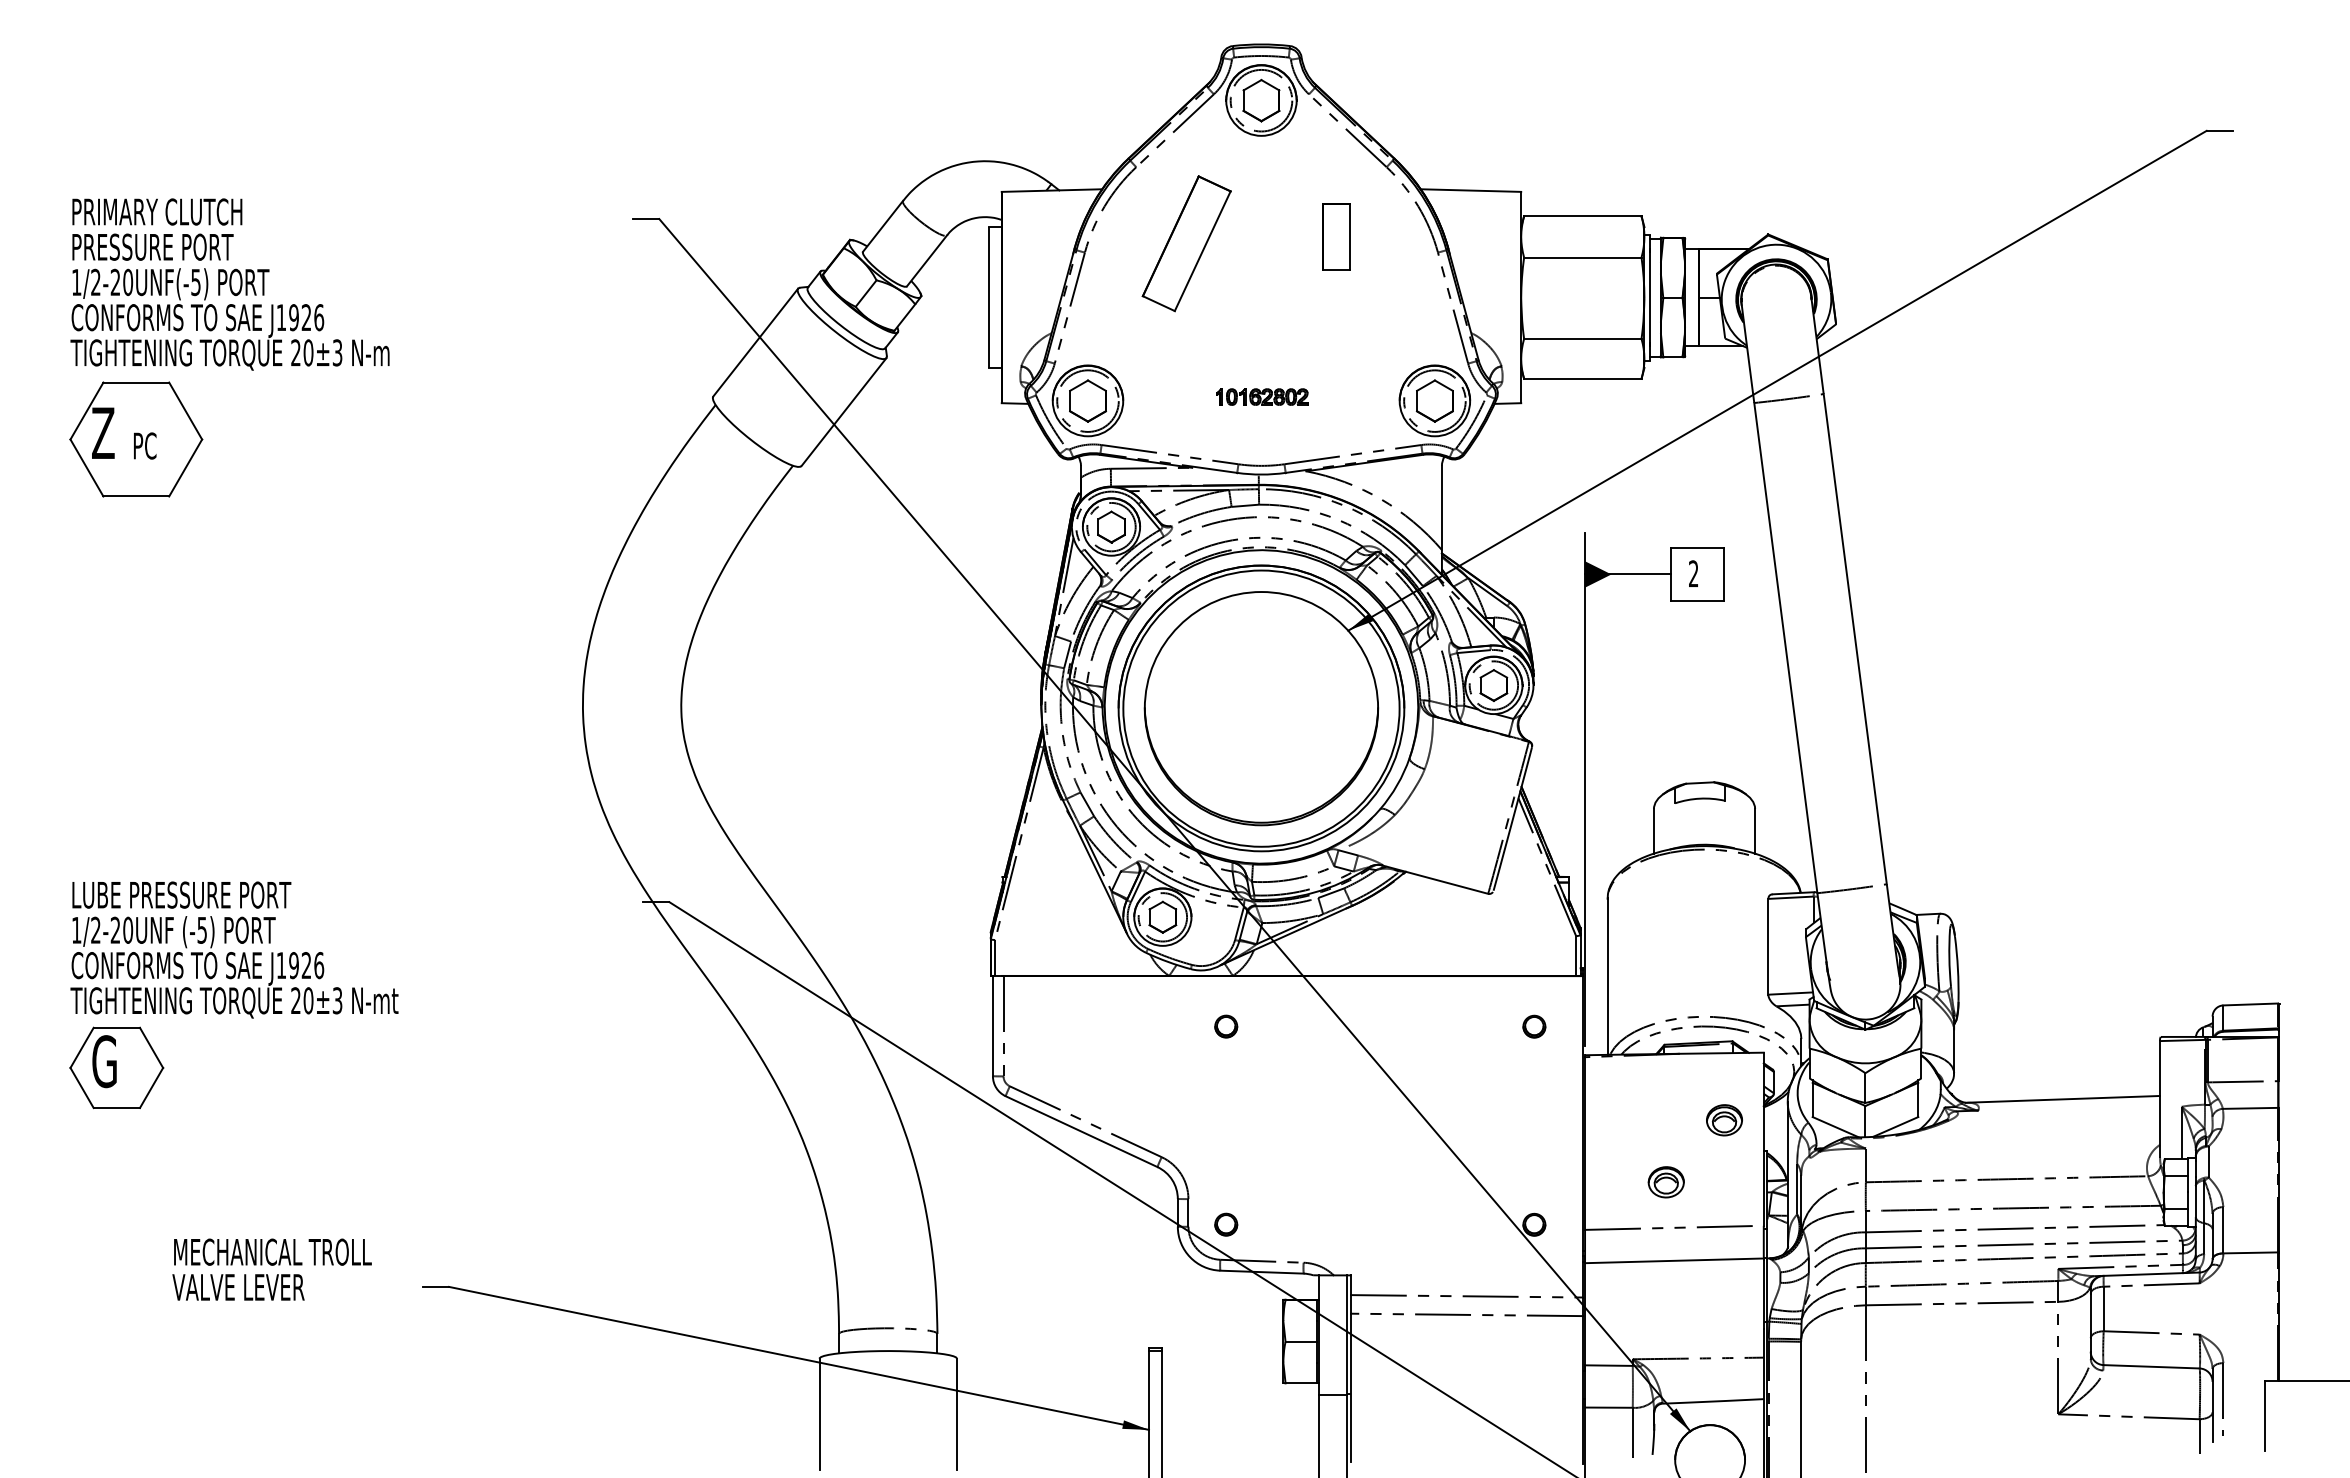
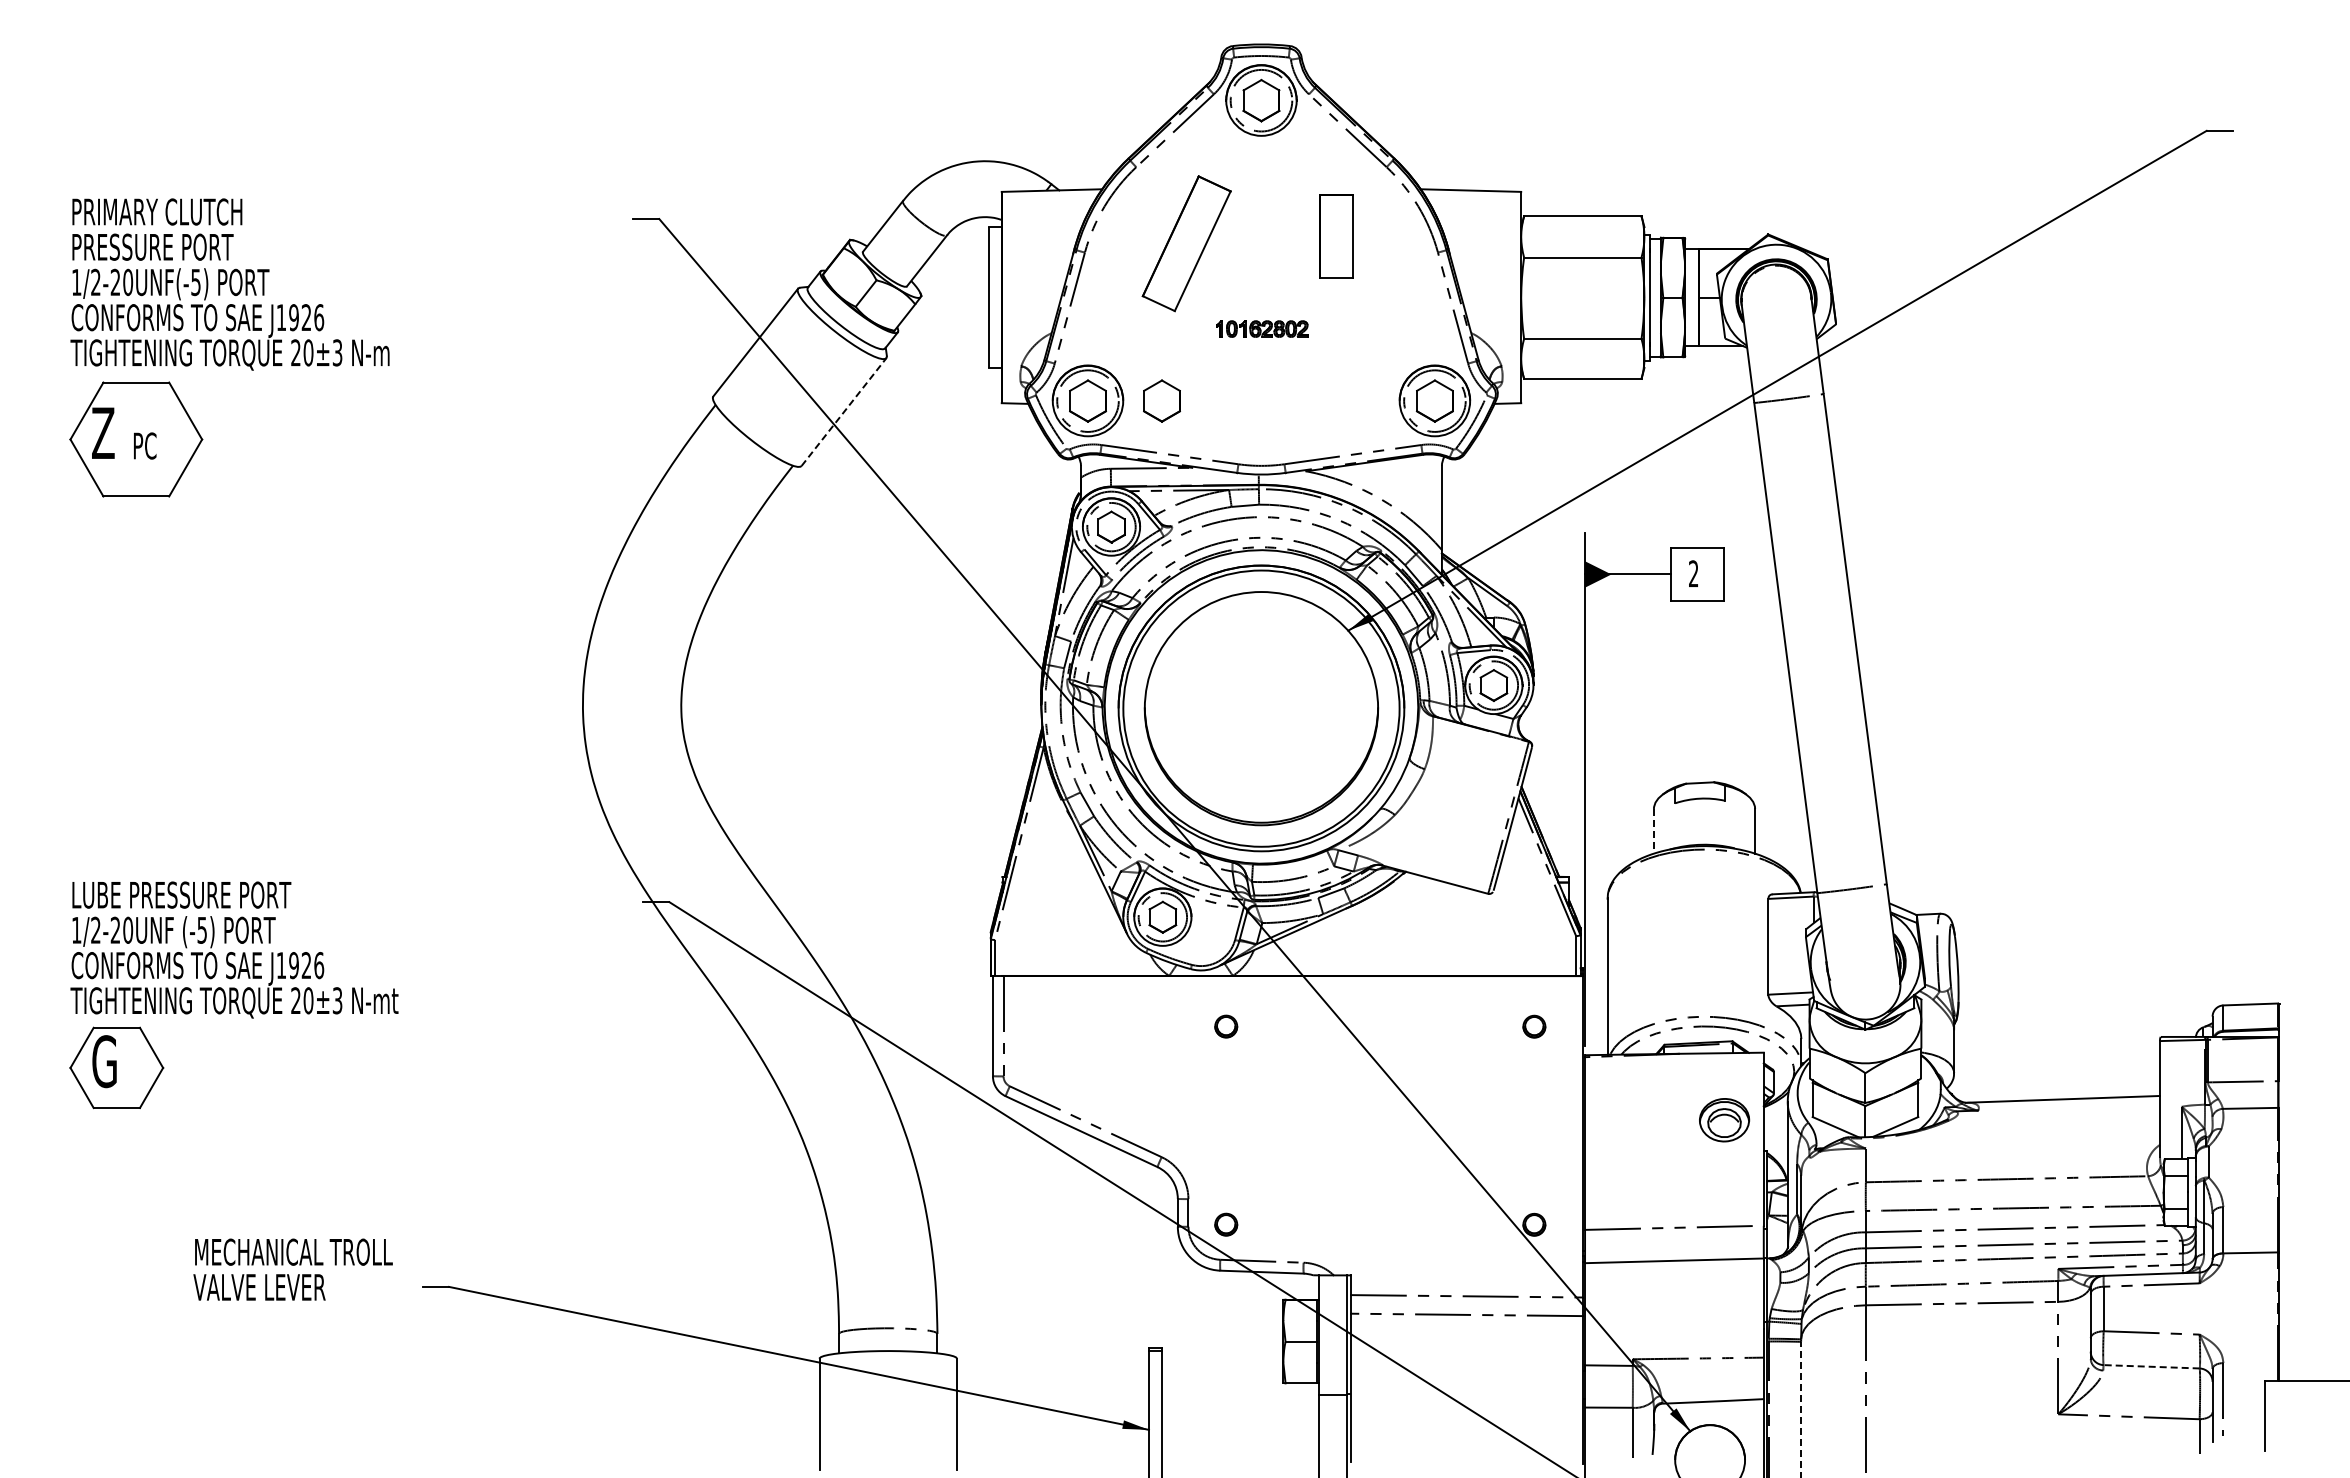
part at (1336, 236) size: 29x68 px -> 35x85 px
part at (1262, 396) position: (1262, 396) -> (1262, 328)
part at (1161, 400): none -> present
line at (844, 412): solid -> dashed
line at (1653, 831): solid -> dashed
part at (1724, 1120) size: 37x33 px -> 52x45 px
part at (1665, 1182): present -> none
text at (271, 1269) position: (271, 1269) -> (292, 1269)
line at (2151, 1366): solid -> dashed
line at (1801, 1409): solid -> dashed
